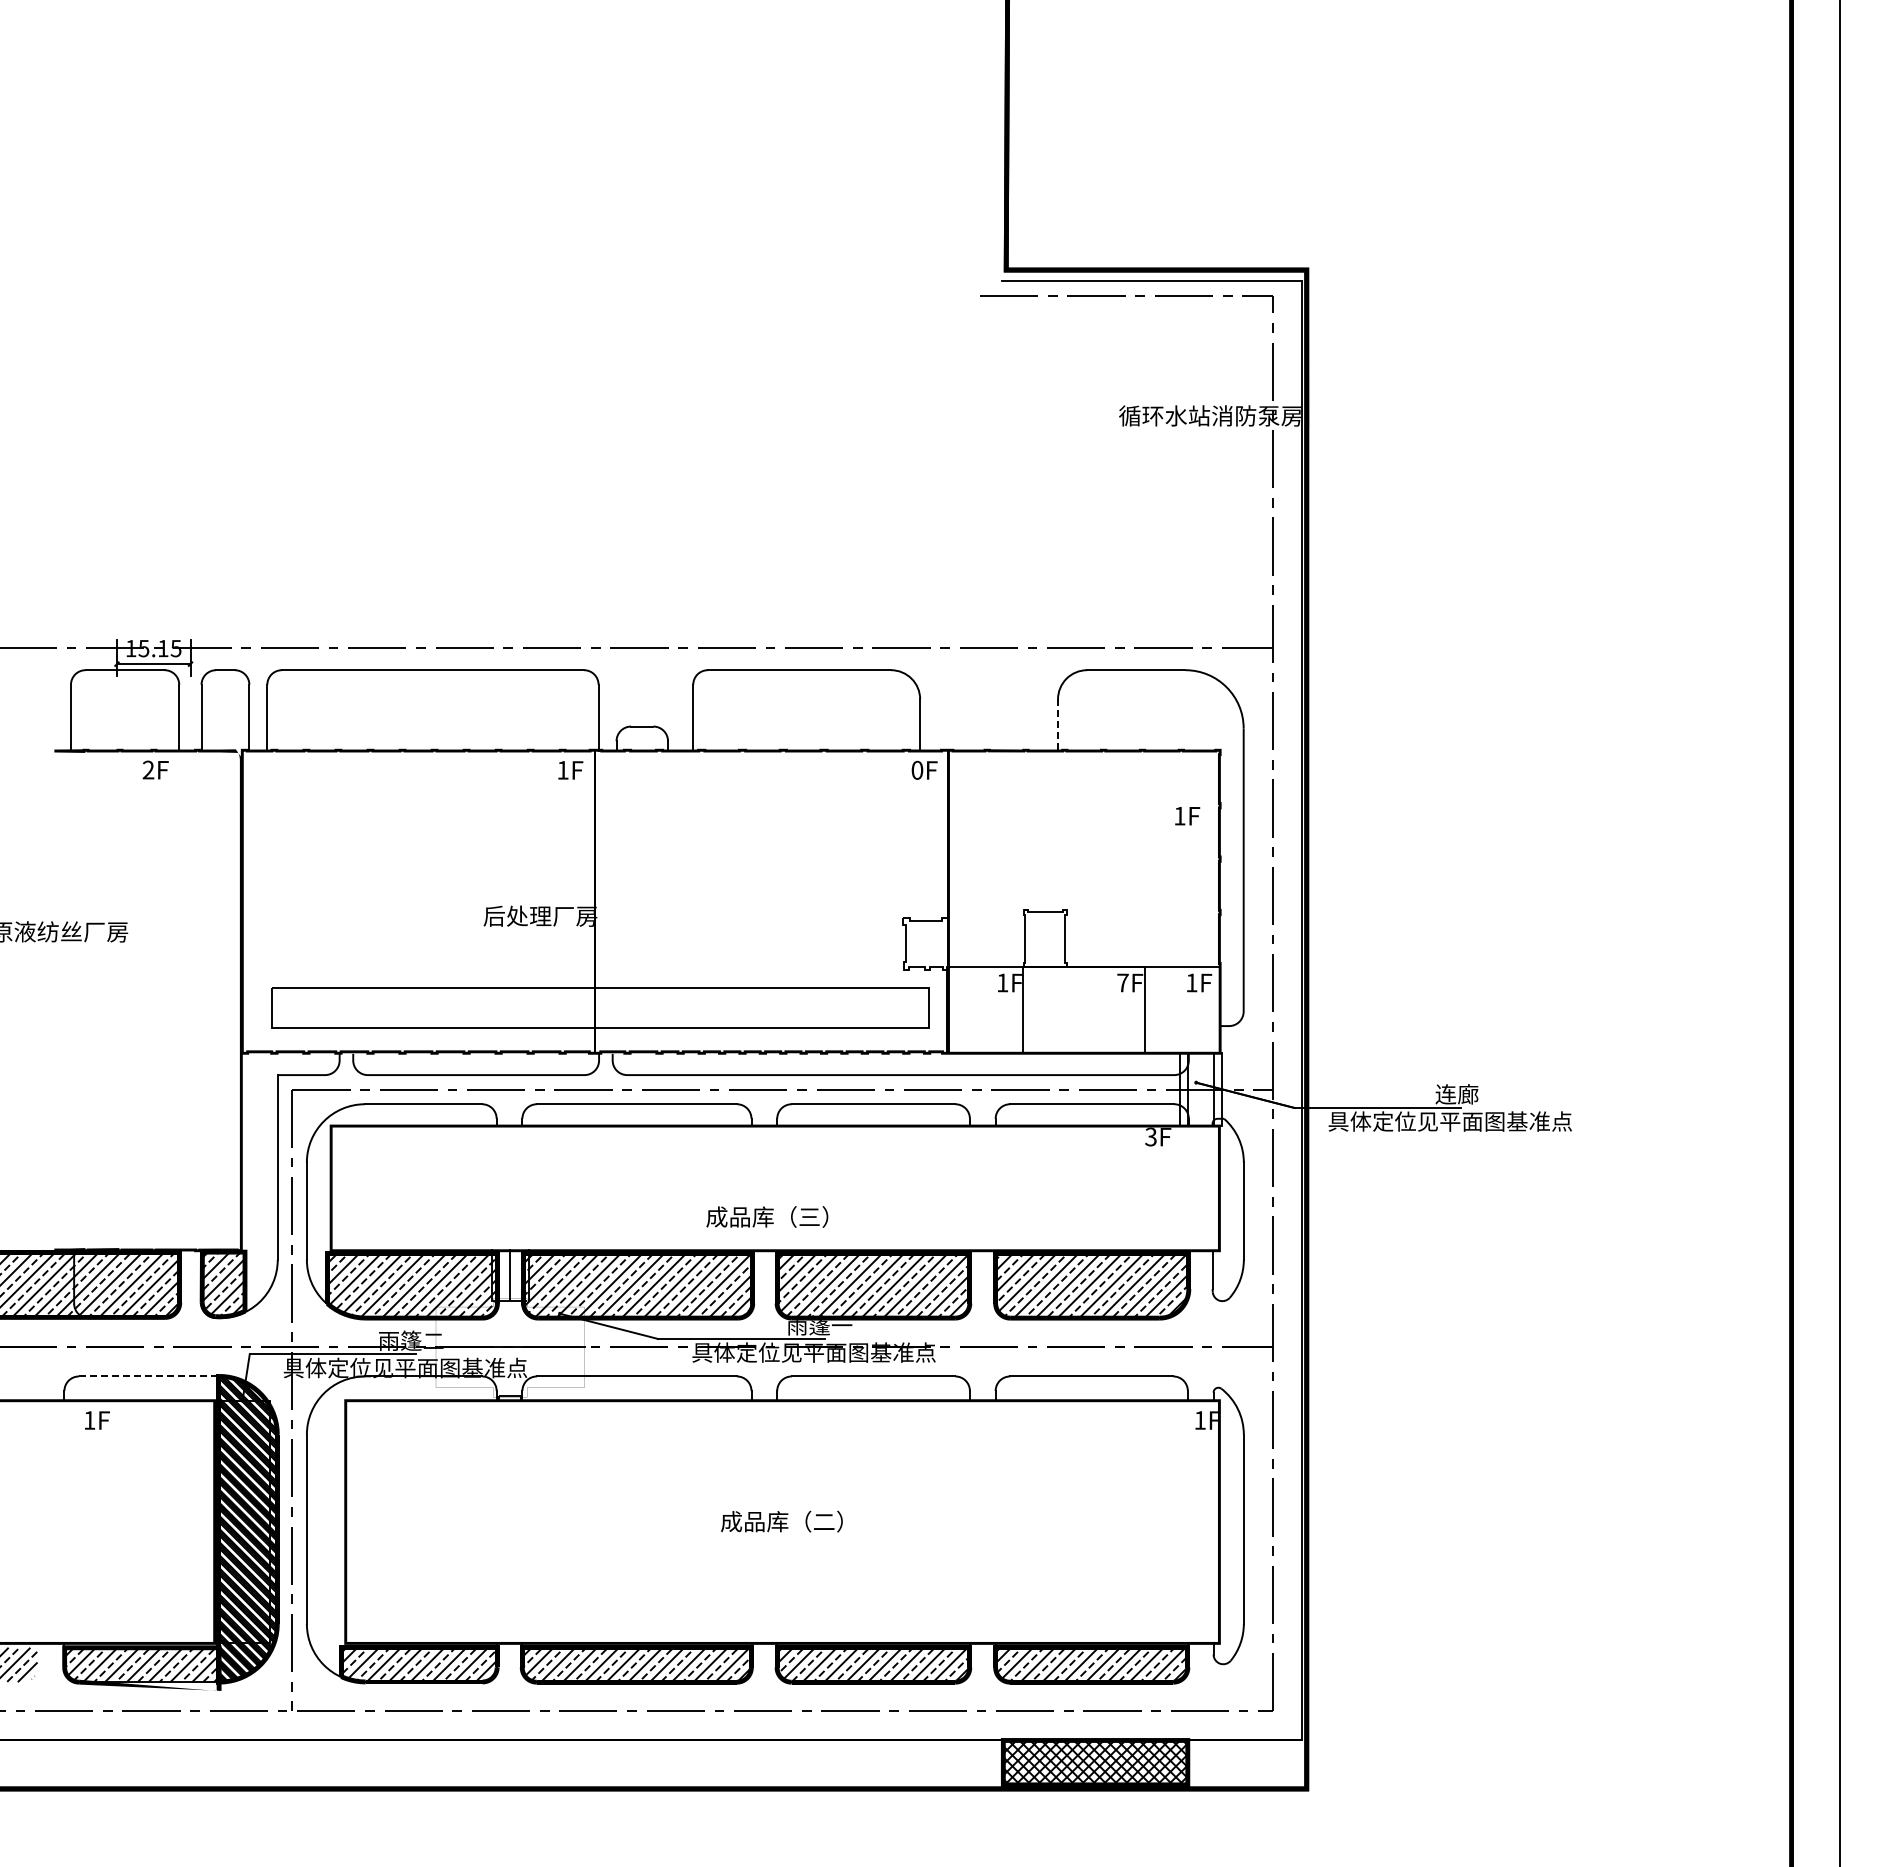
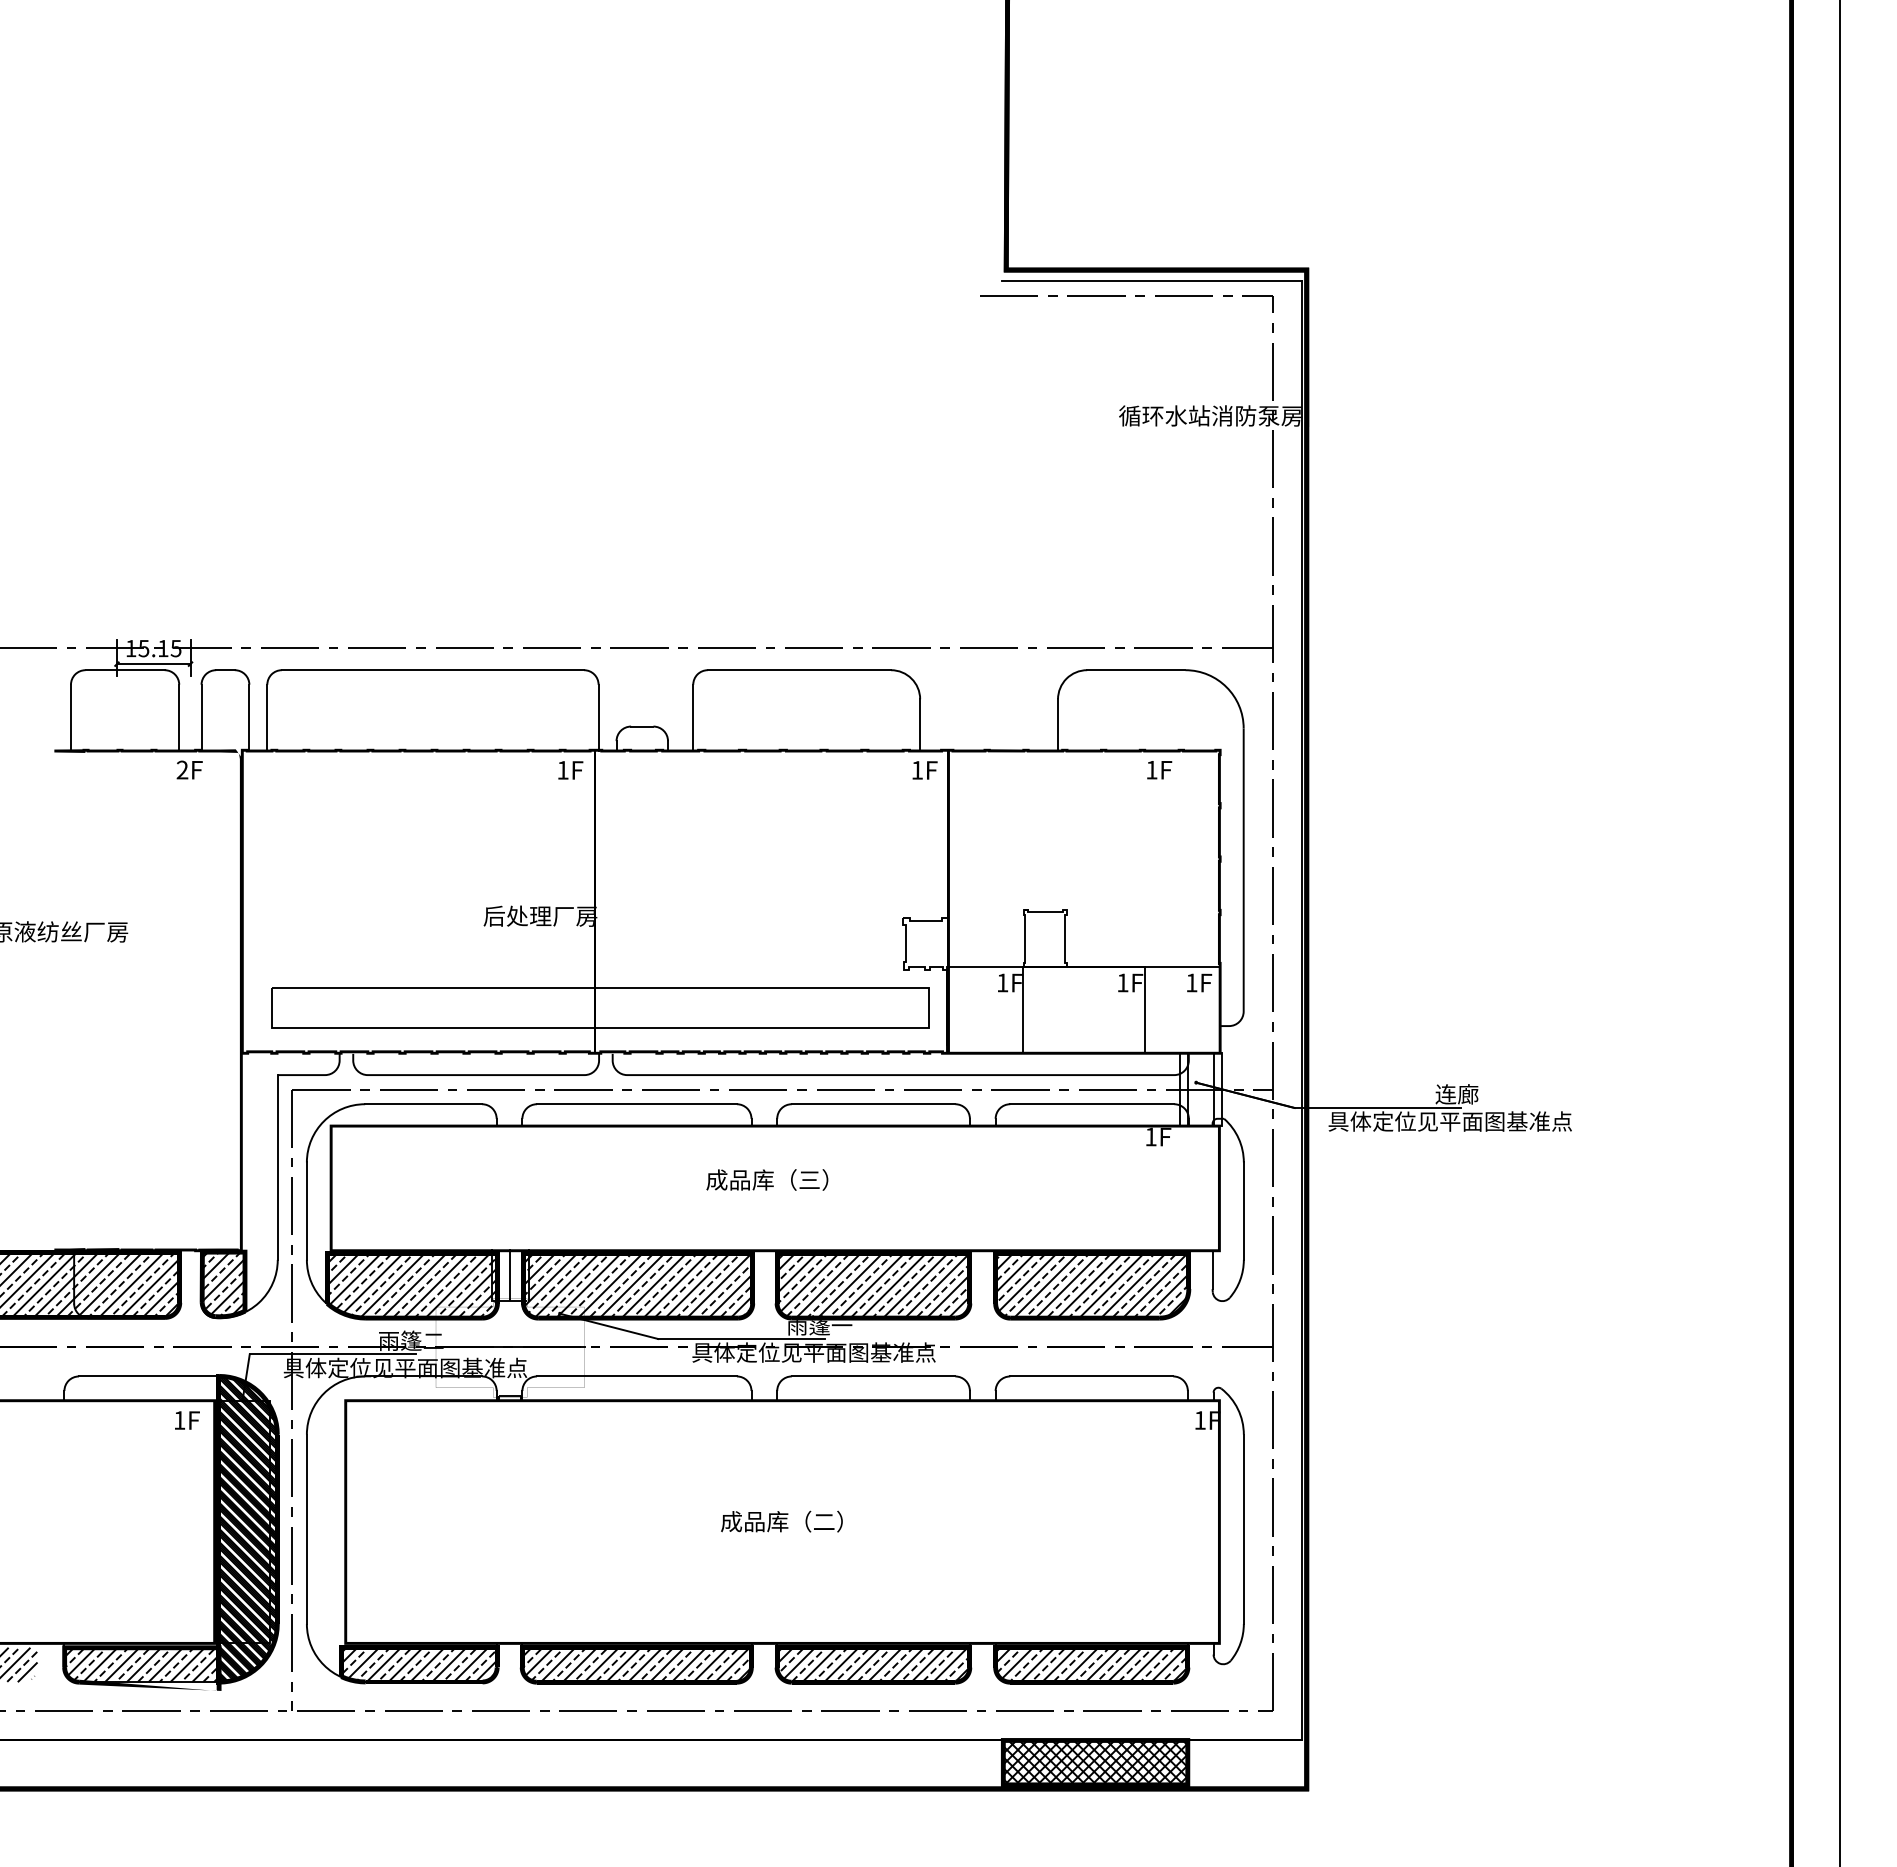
line at (1058, 725): dashed -> solid
text at (155, 769) position: (155, 769) -> (189, 769)
text at (917, 769): 0F -> 1F
text at (1187, 816) position: (1187, 816) -> (1159, 770)
text at (1122, 982): 7F -> 1F
text at (1150, 1136): 3F -> 1F
text at (767, 1216) position: (767, 1216) -> (767, 1179)
line at (149, 1376): dashed -> solid
text at (97, 1420) position: (97, 1420) -> (187, 1420)
